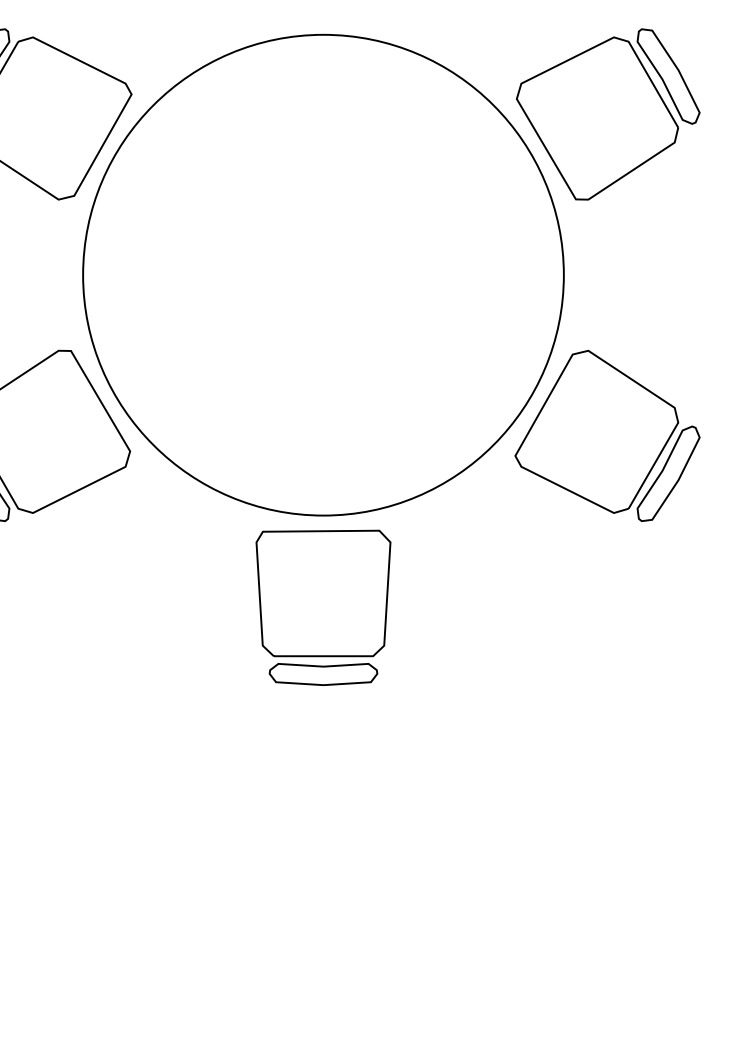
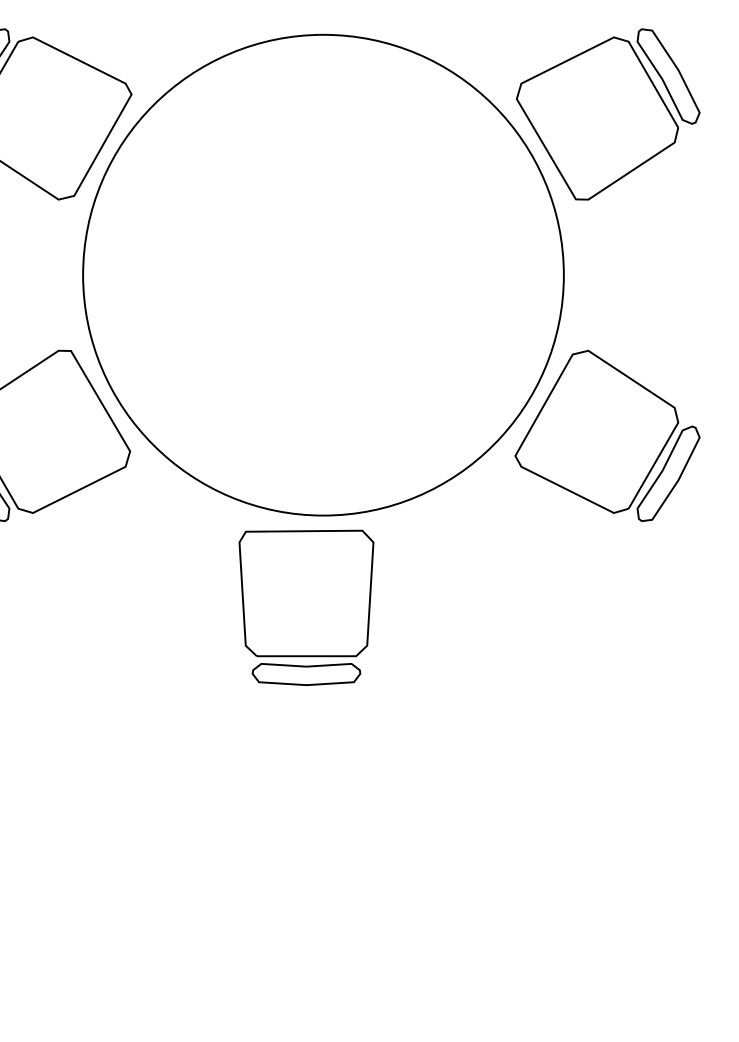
part at (323, 607) position: (323, 607) -> (306, 607)
